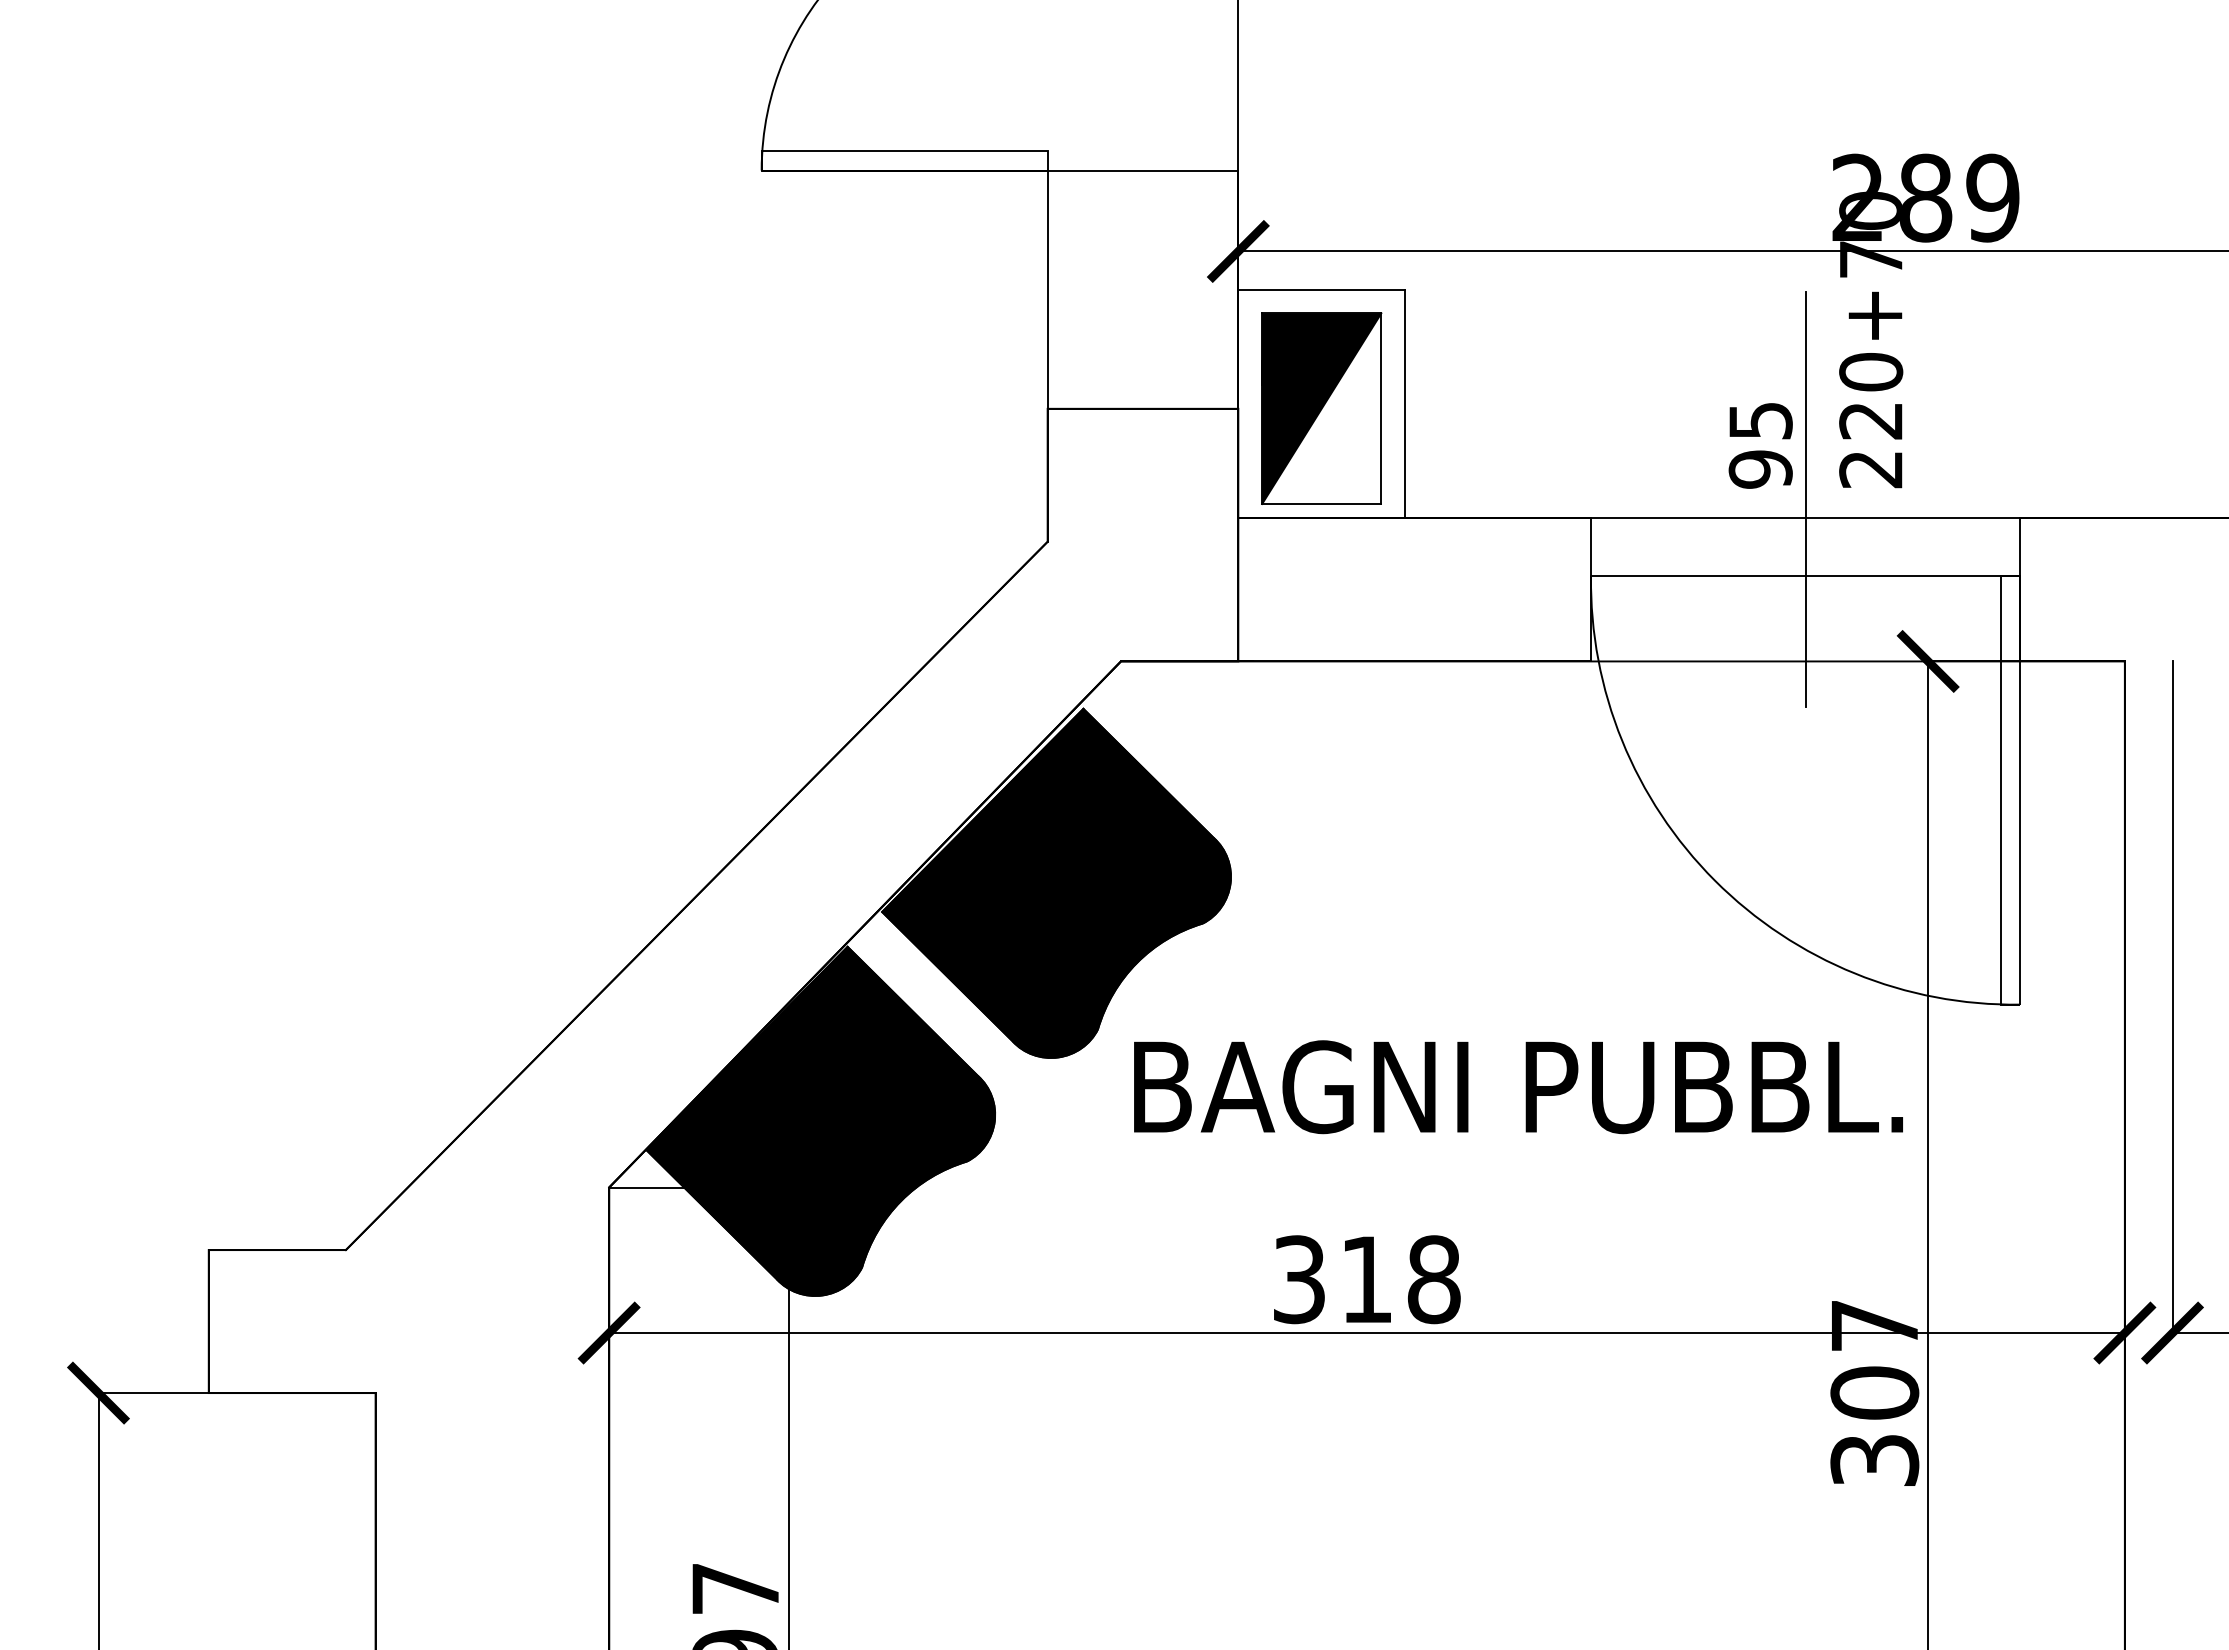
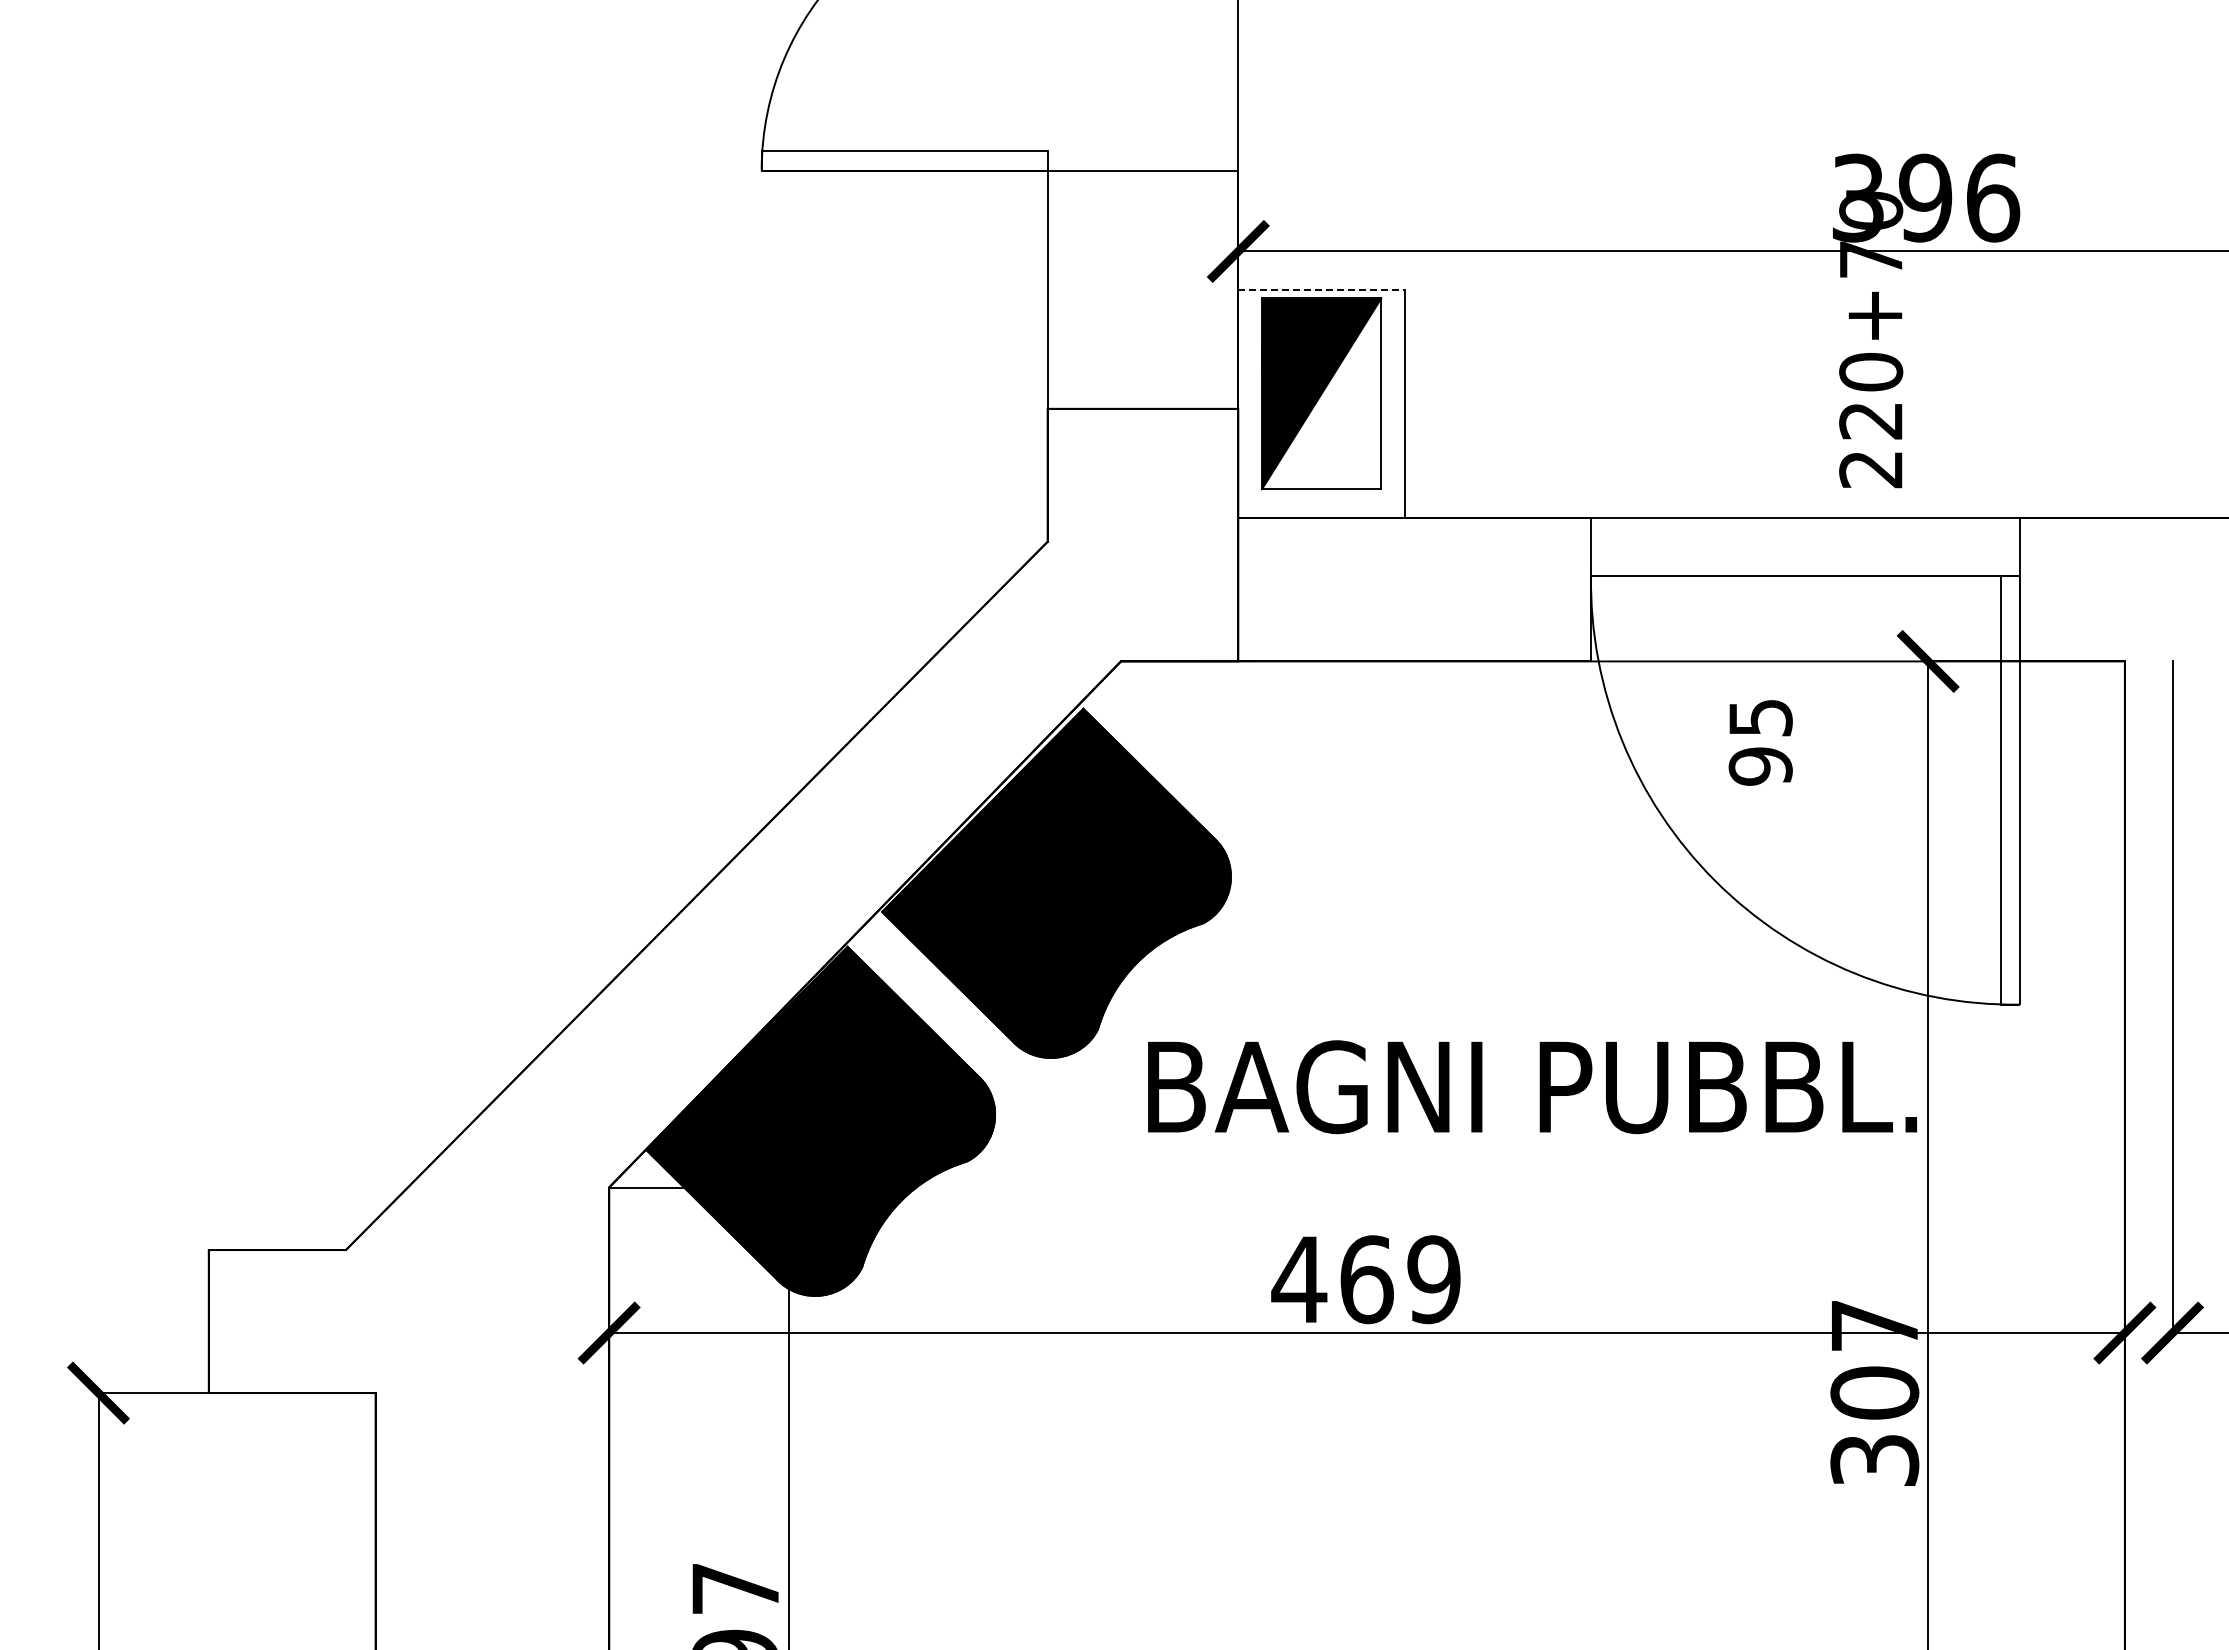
text at (1926, 197): 289 -> 396
line at (1322, 289): solid -> dashed
part at (1321, 408) position: (1321, 408) -> (1321, 393)
text at (1760, 445) position: (1760, 445) -> (1760, 742)
line at (1805, 498): present -> none
text at (1518, 1087) position: (1518, 1087) -> (1532, 1087)
text at (1365, 1279): 318 -> 469
